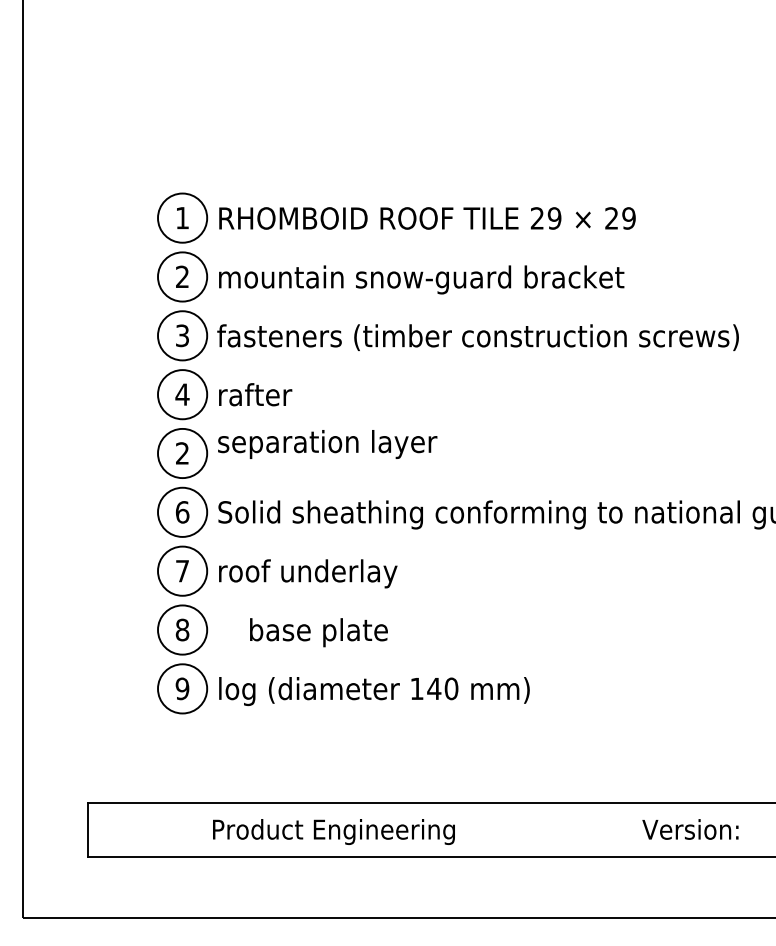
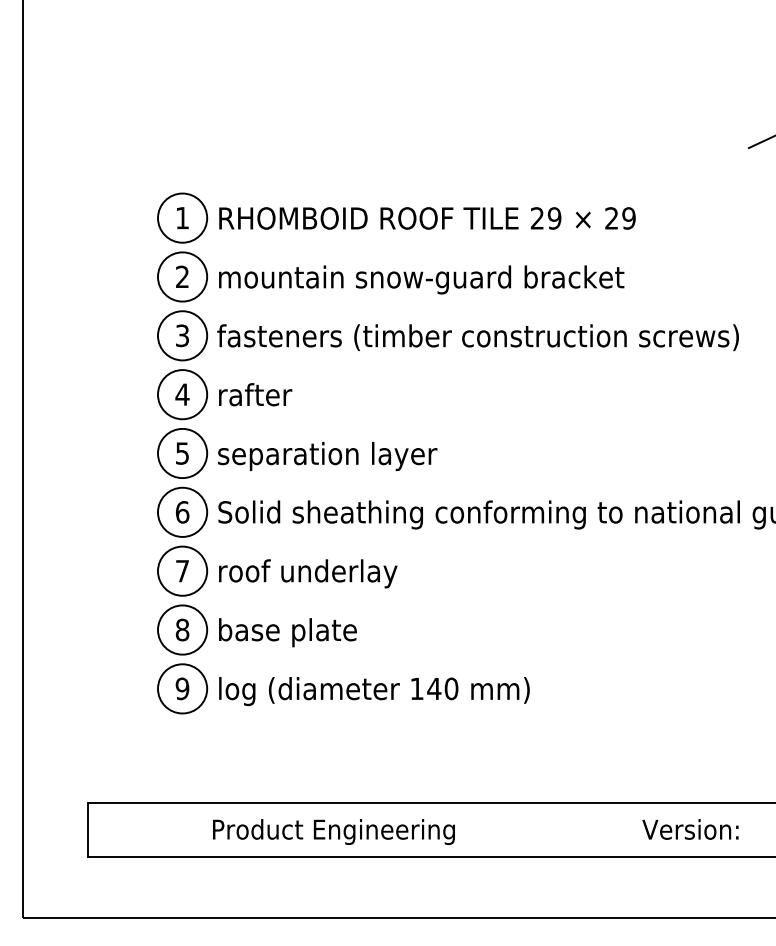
line at (760, 142): none -> present
text at (327, 444) position: (327, 444) -> (327, 456)
text at (182, 453): 2 -> 5
text at (318, 632) position: (318, 632) -> (287, 632)
